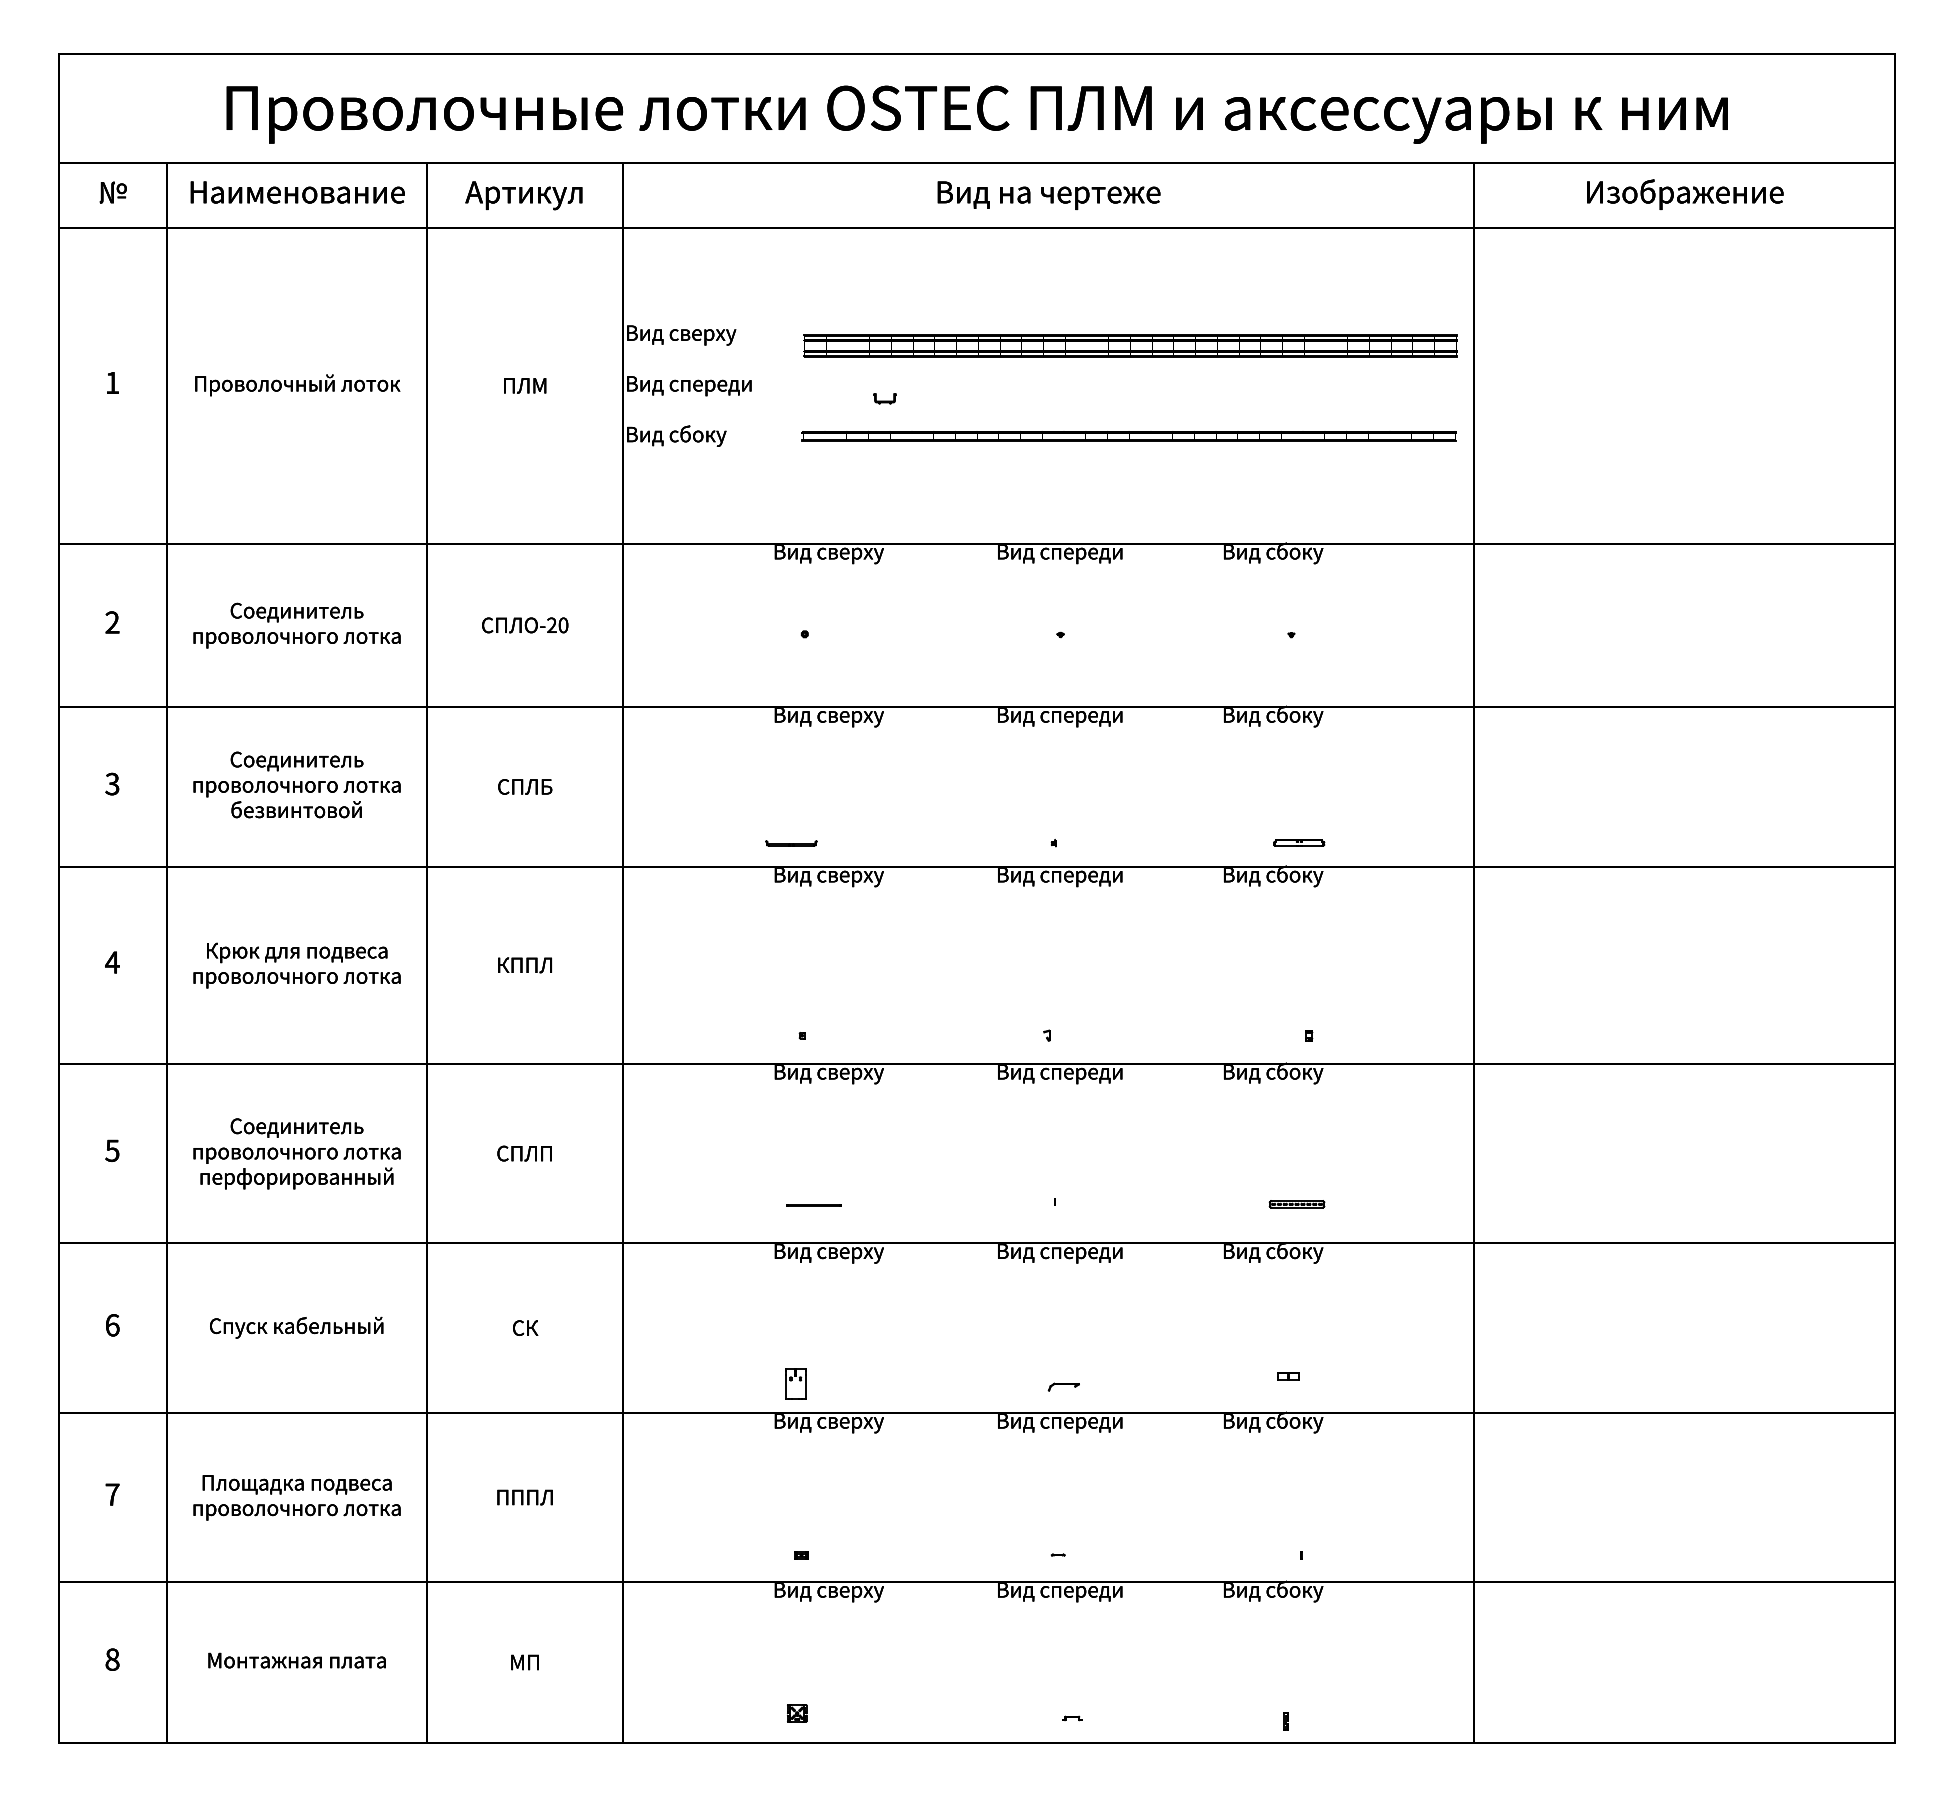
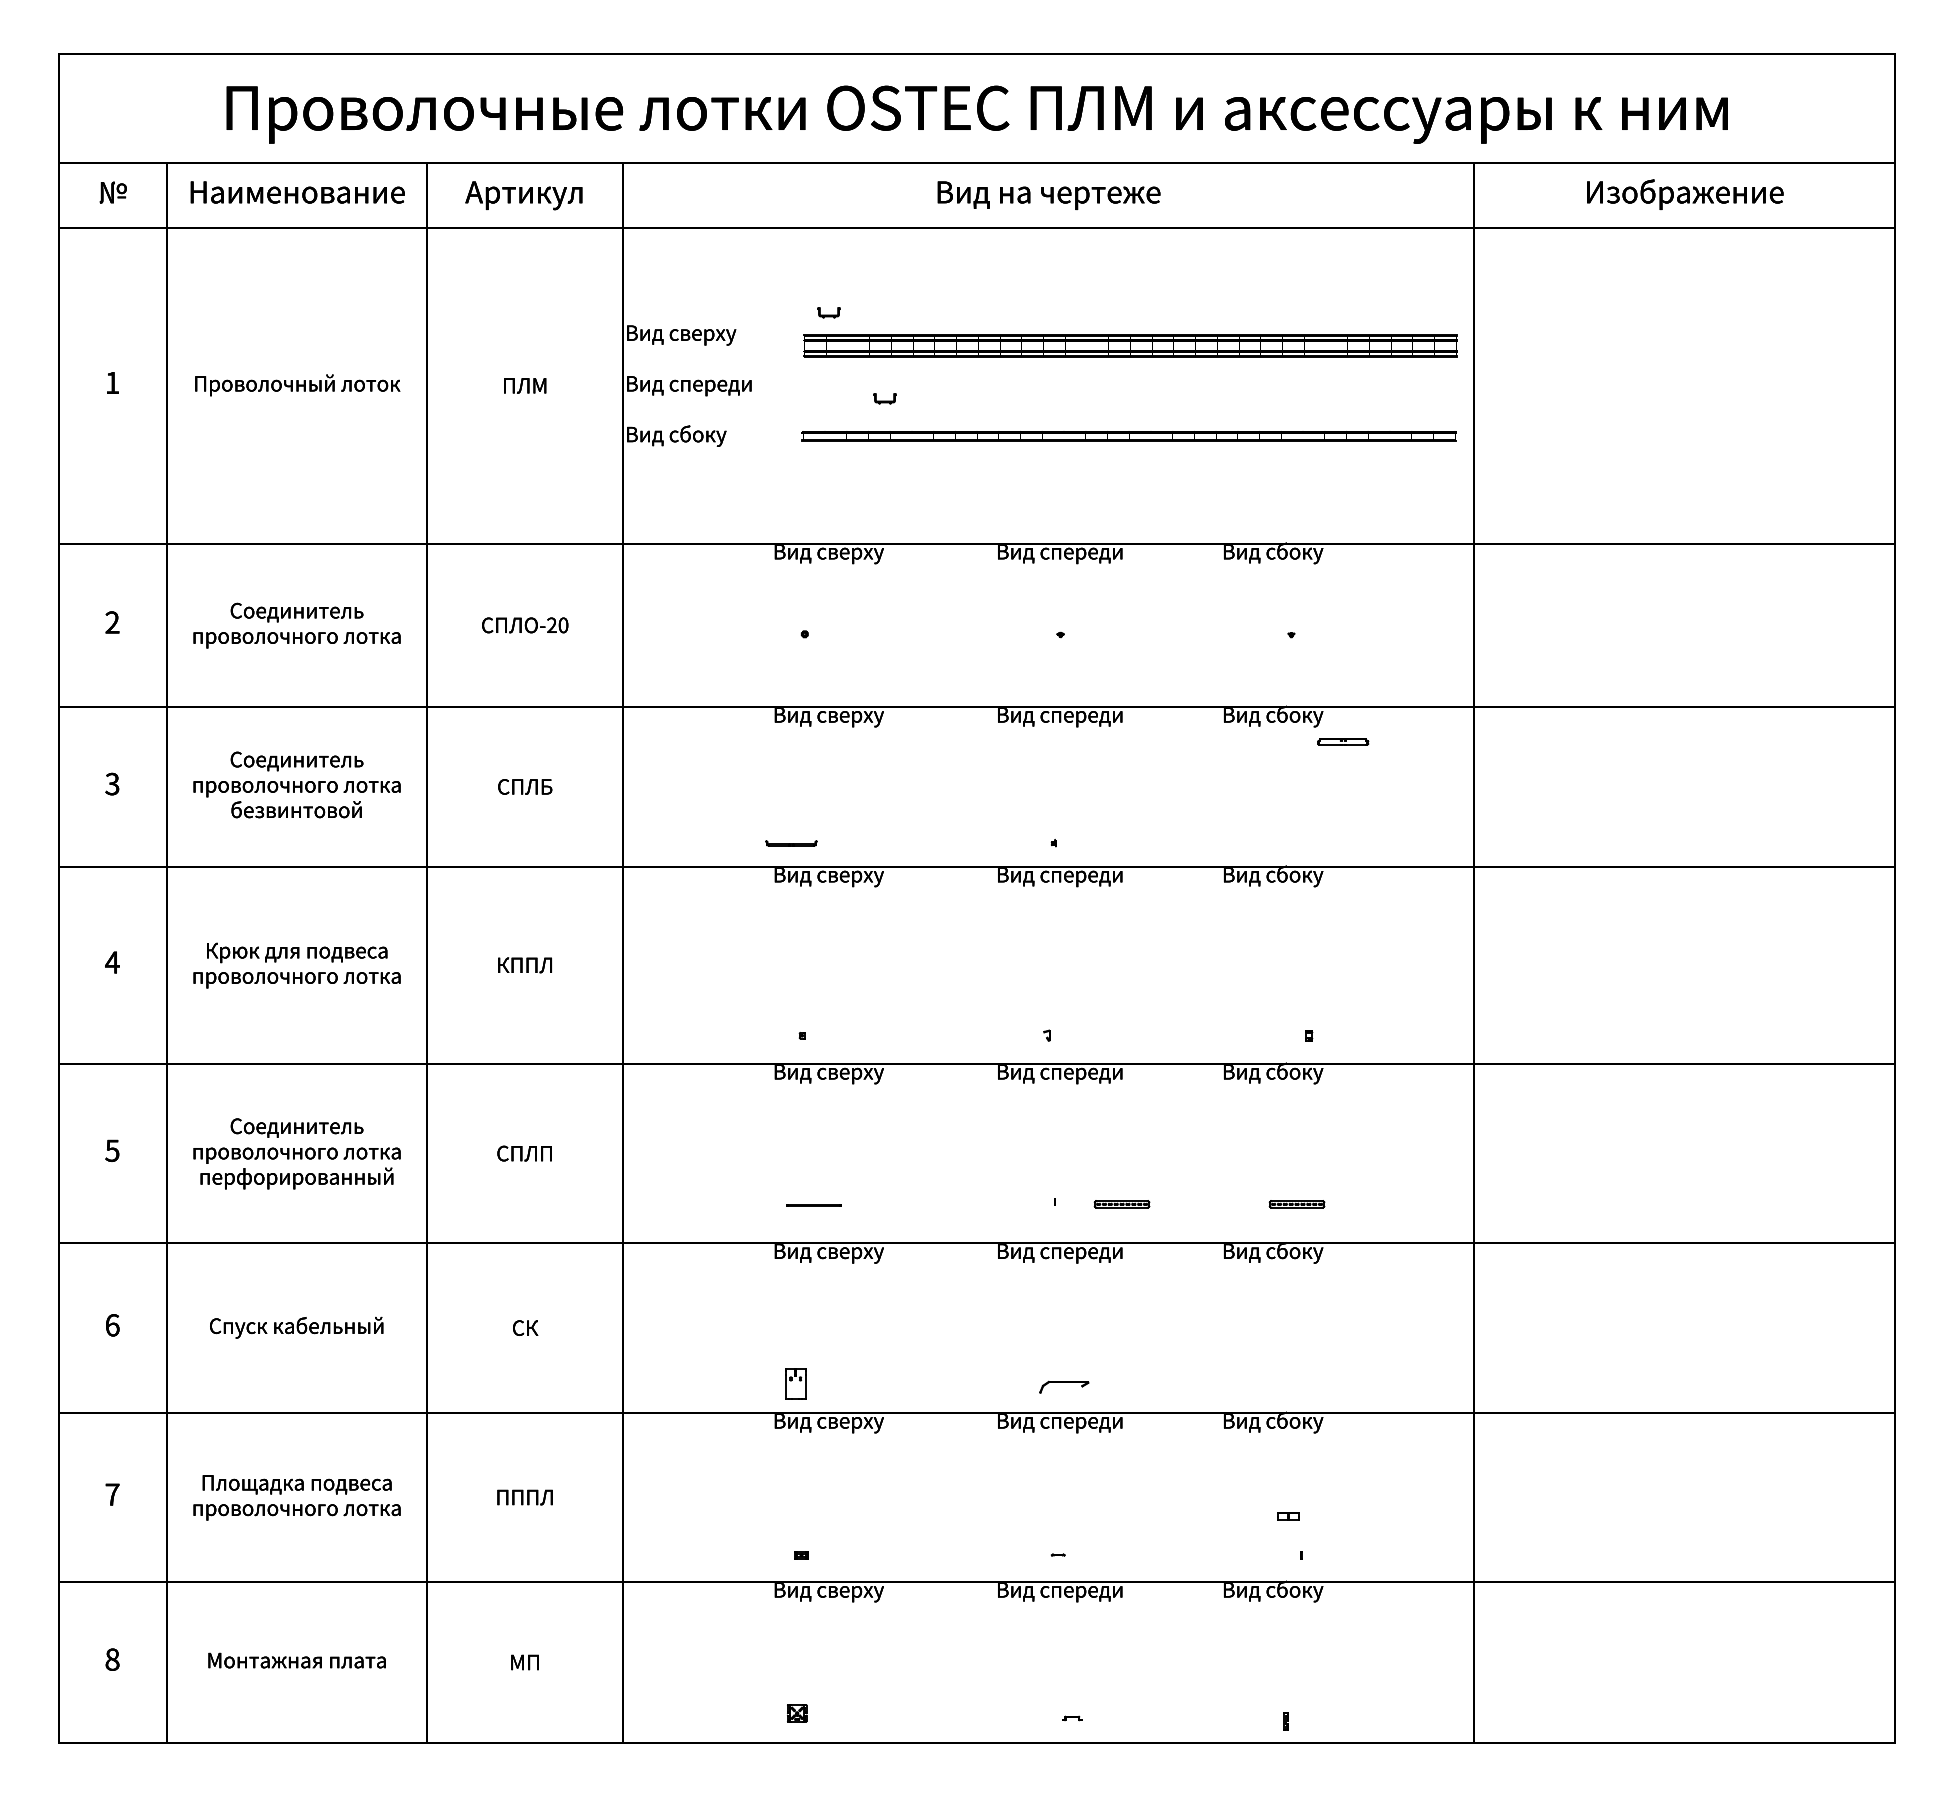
part at (828, 312): none -> present
part at (1299, 842) position: (1299, 842) -> (1343, 741)
part at (1121, 1204): none -> present
part at (1288, 1376) position: (1288, 1376) -> (1288, 1516)
part at (1063, 1386) size: 33x10 px -> 51x14 px
